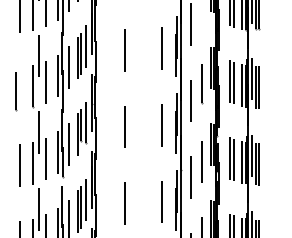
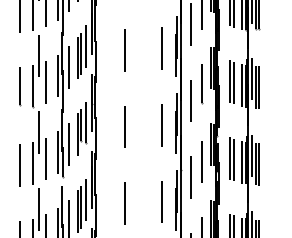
line at (202, 15): none -> present
line at (16, 91) position: (16, 91) -> (20, 86)
